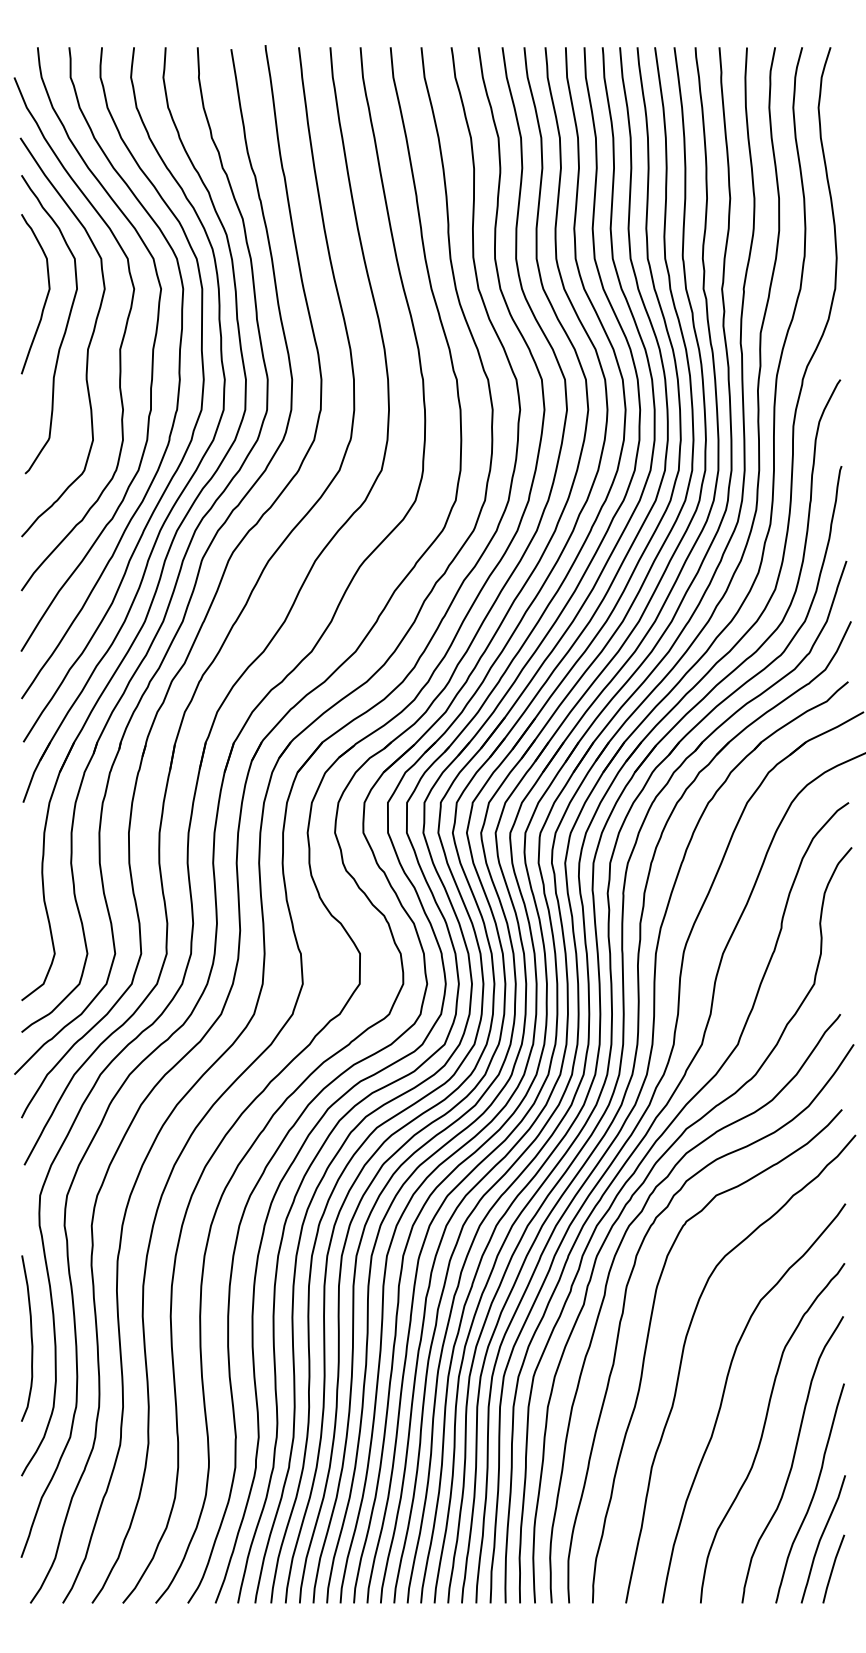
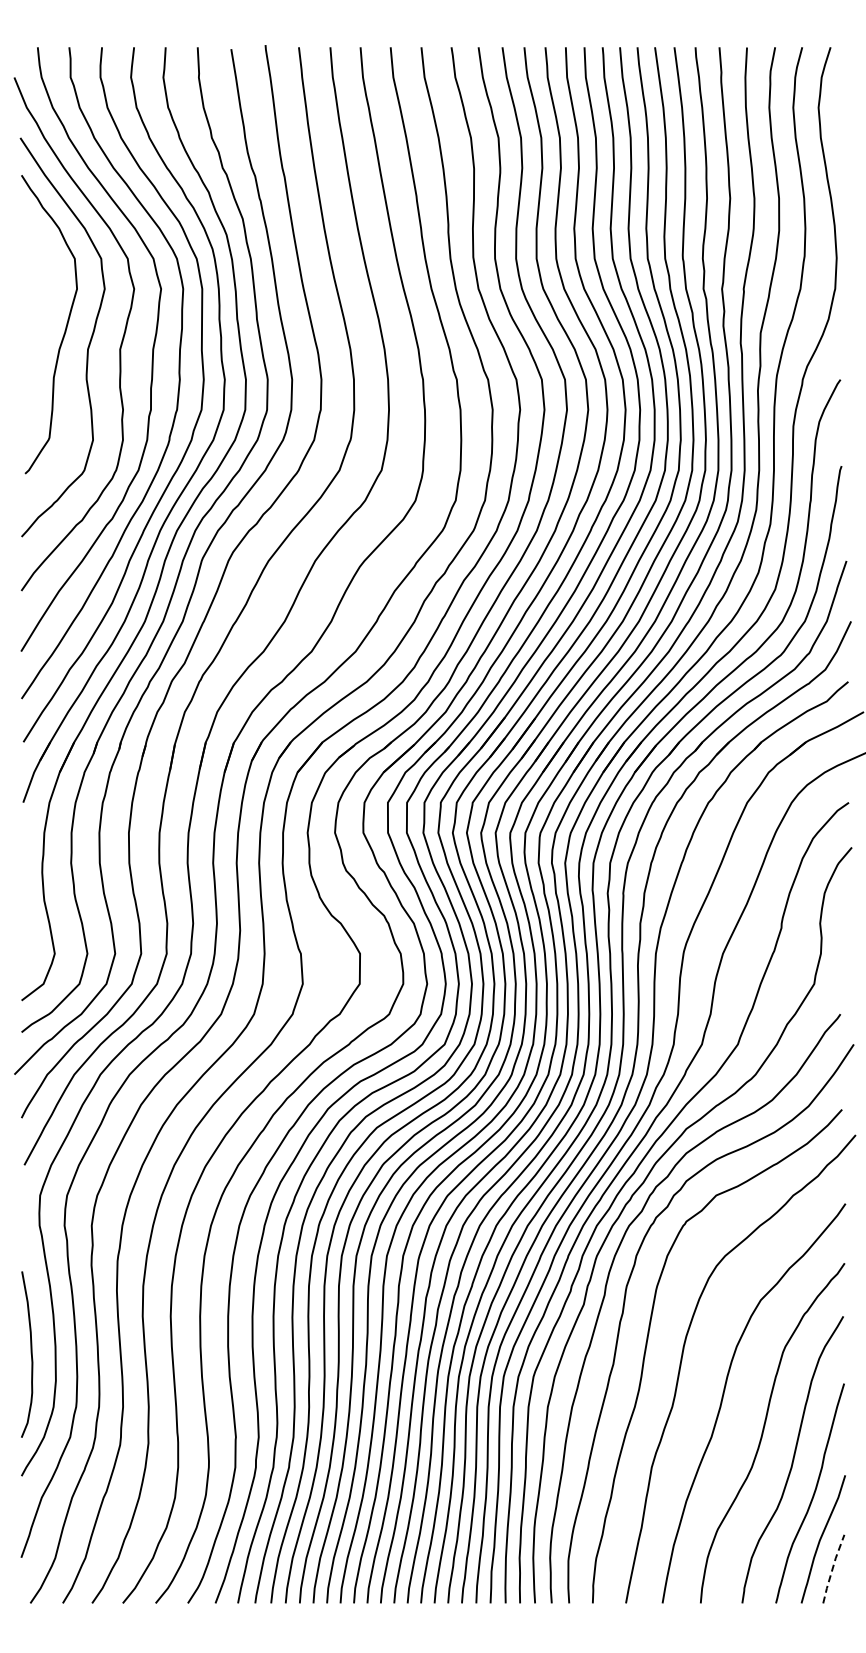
curve at (45, 298): present -> none
curve at (30, 1337) position: (30, 1337) -> (30, 1353)
line at (832, 1568): solid -> dashed
